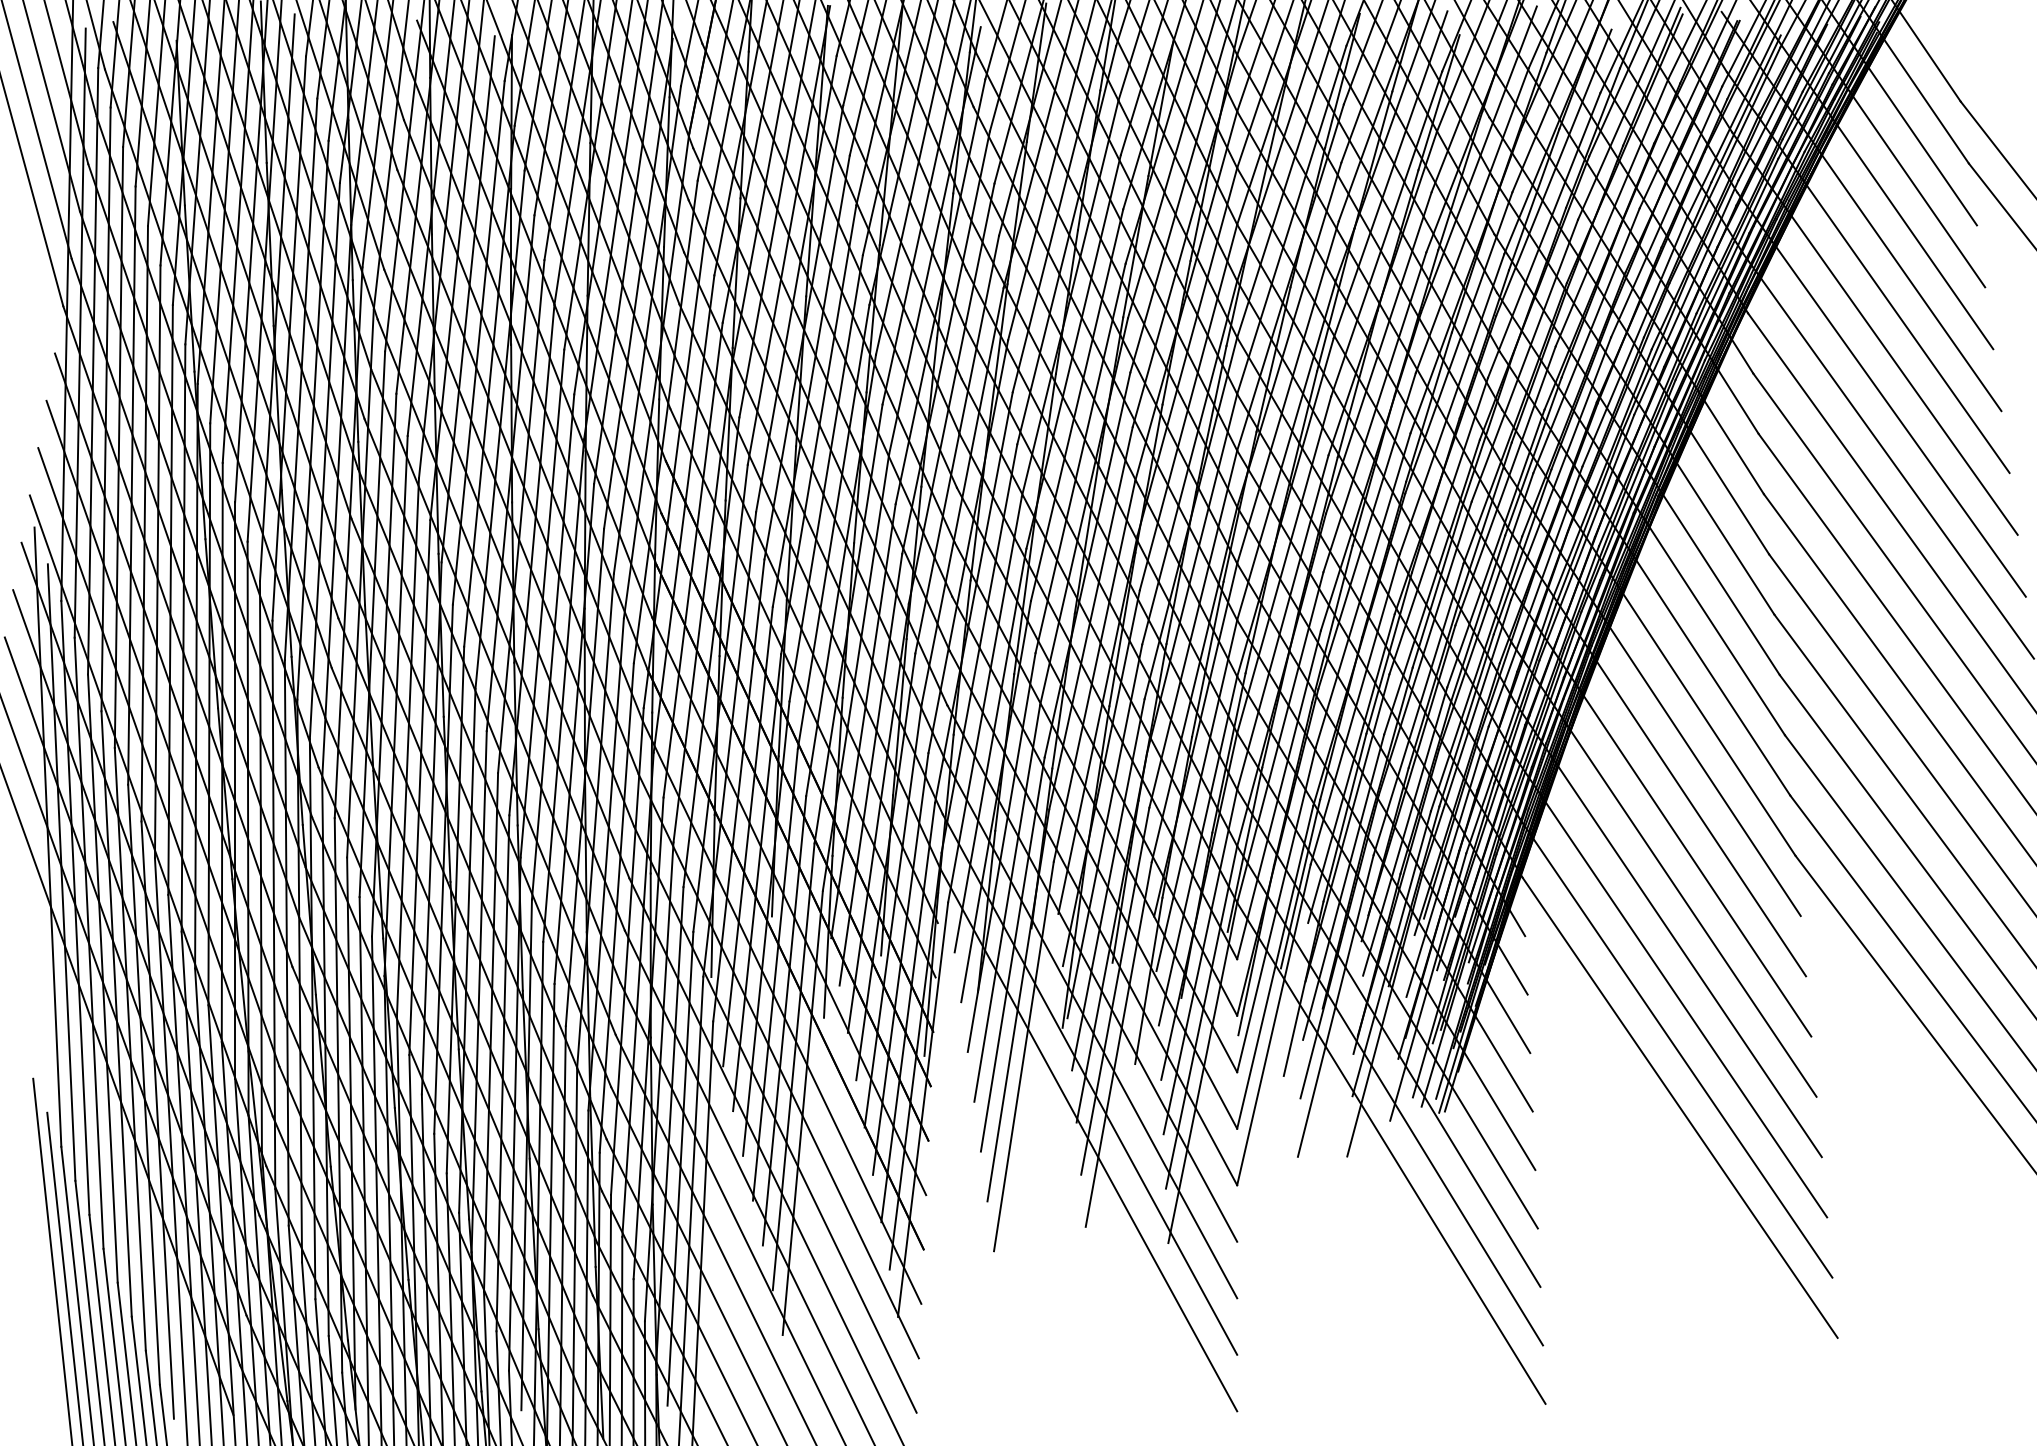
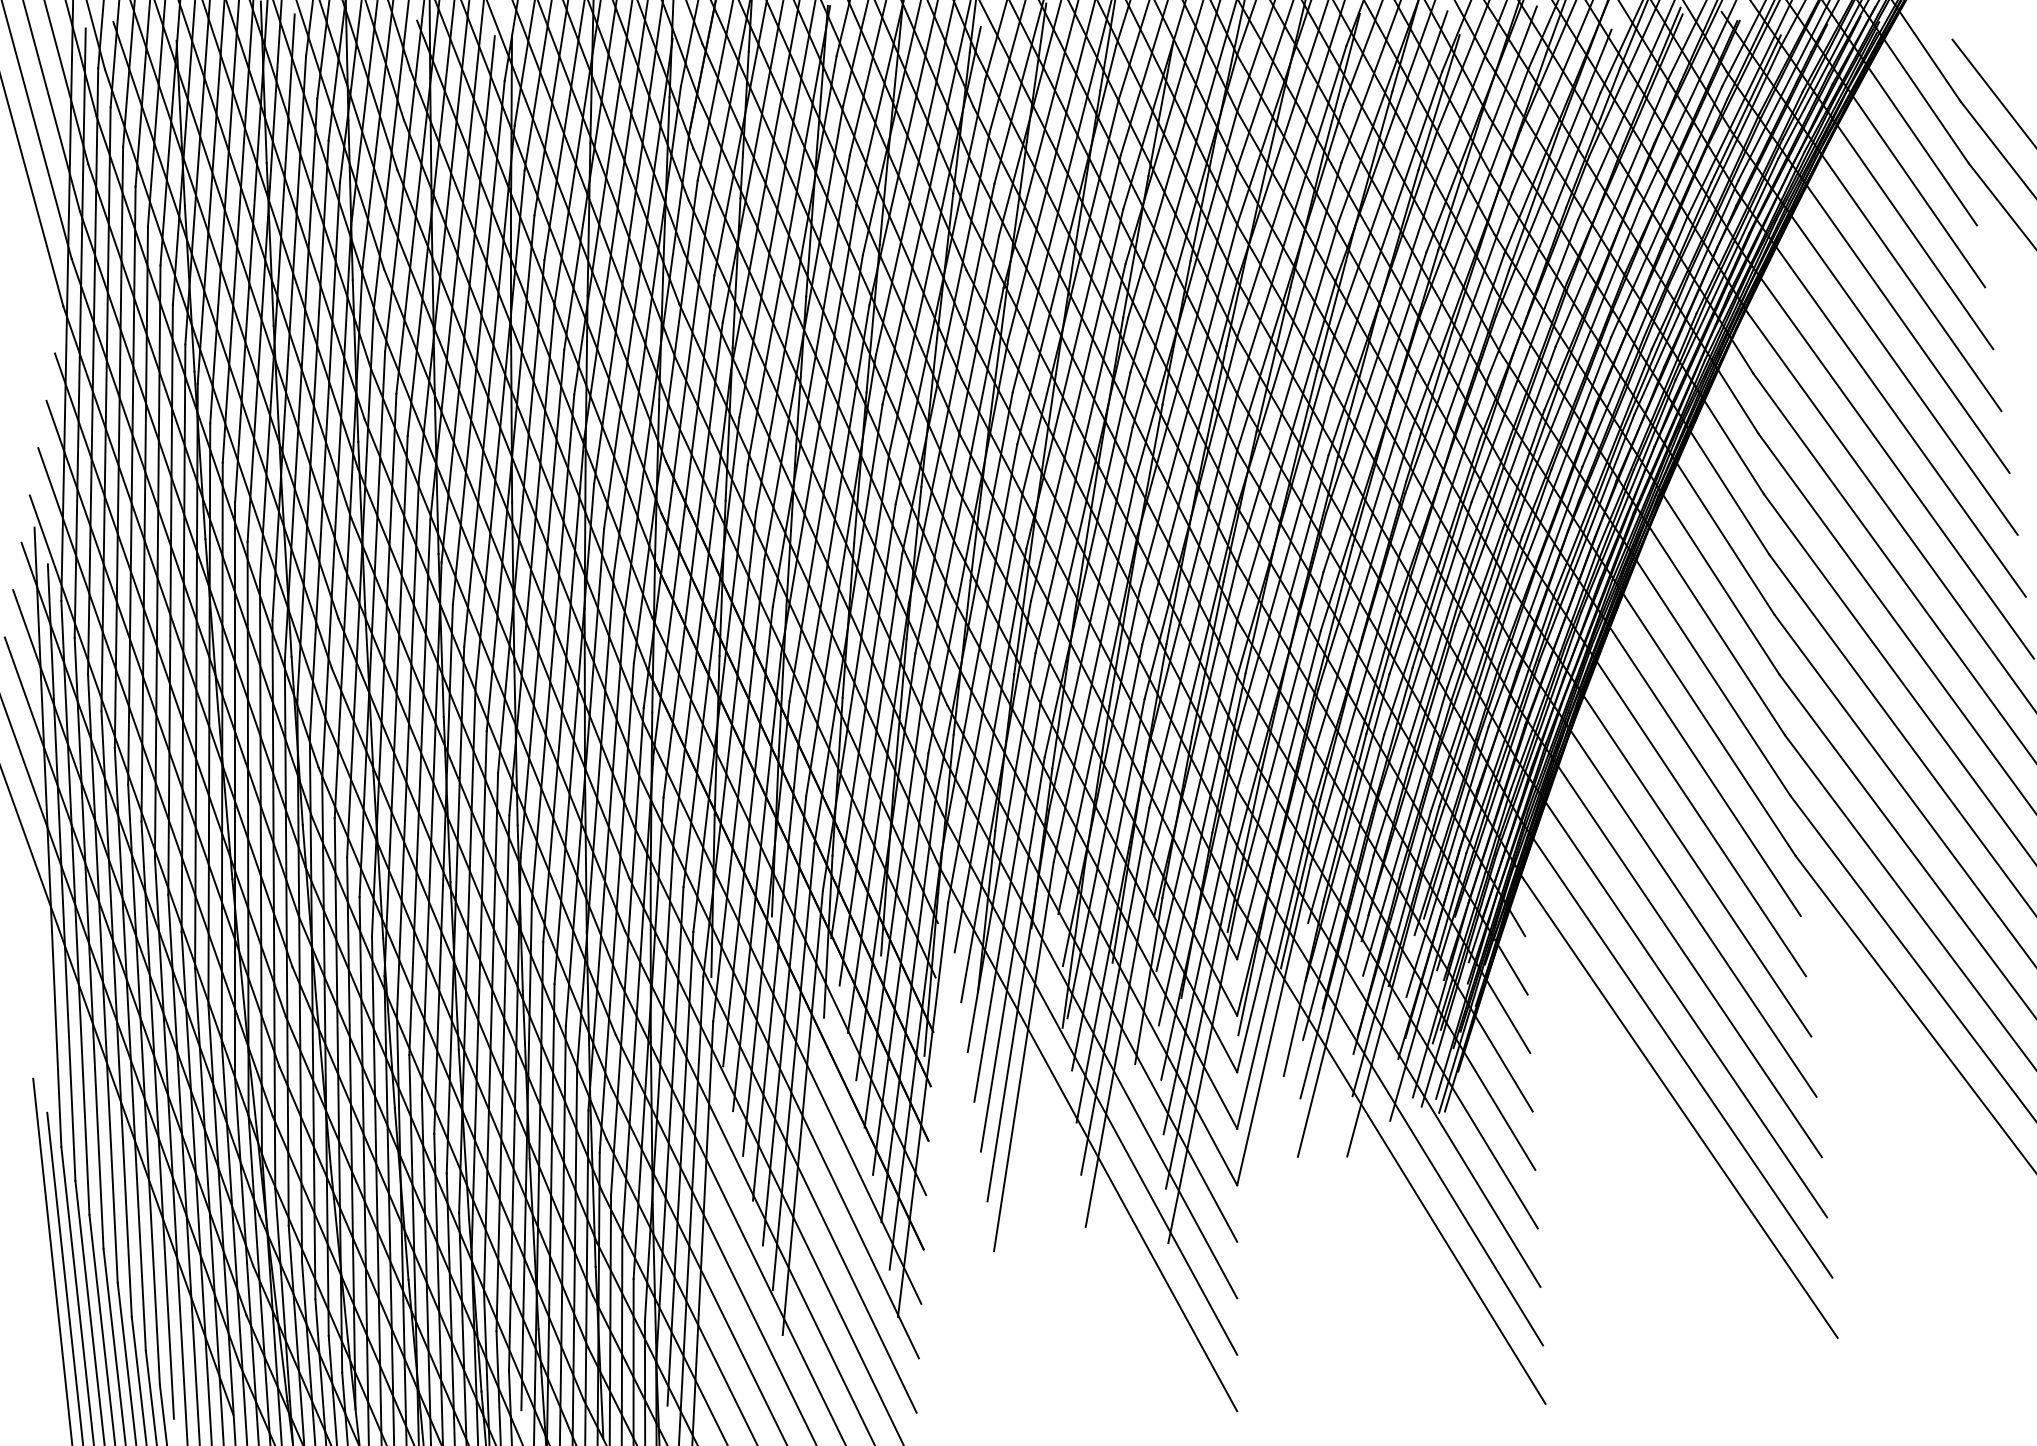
line at (1992, 91): none -> present
